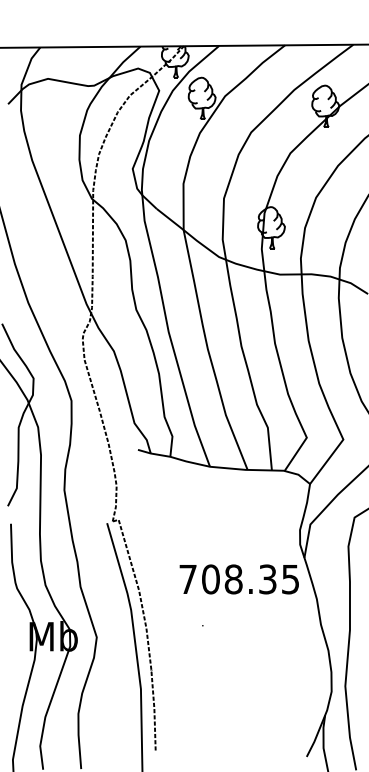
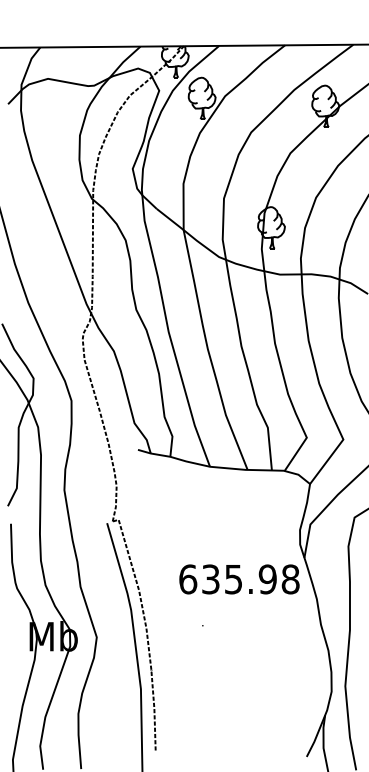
text at (239, 579): 708.35 -> 635.98
